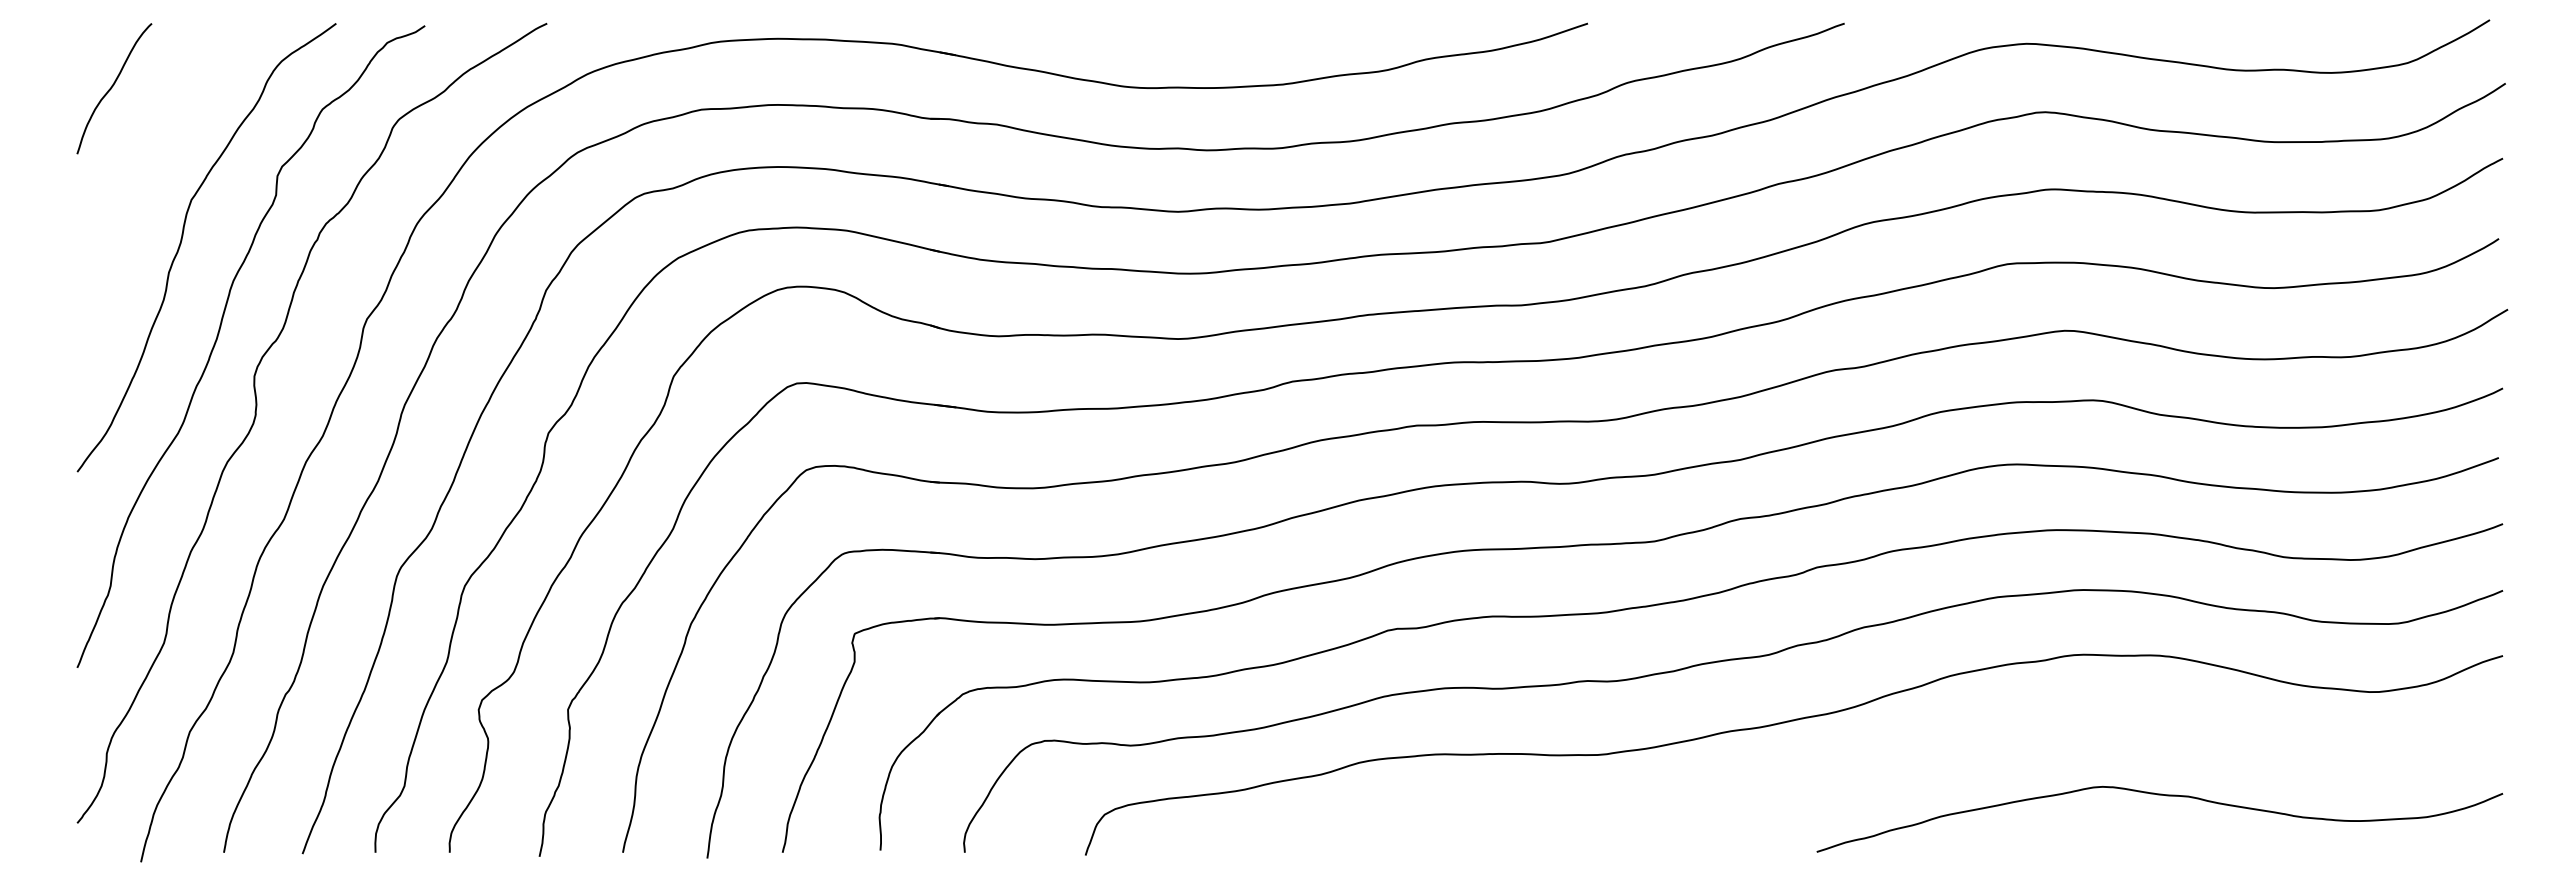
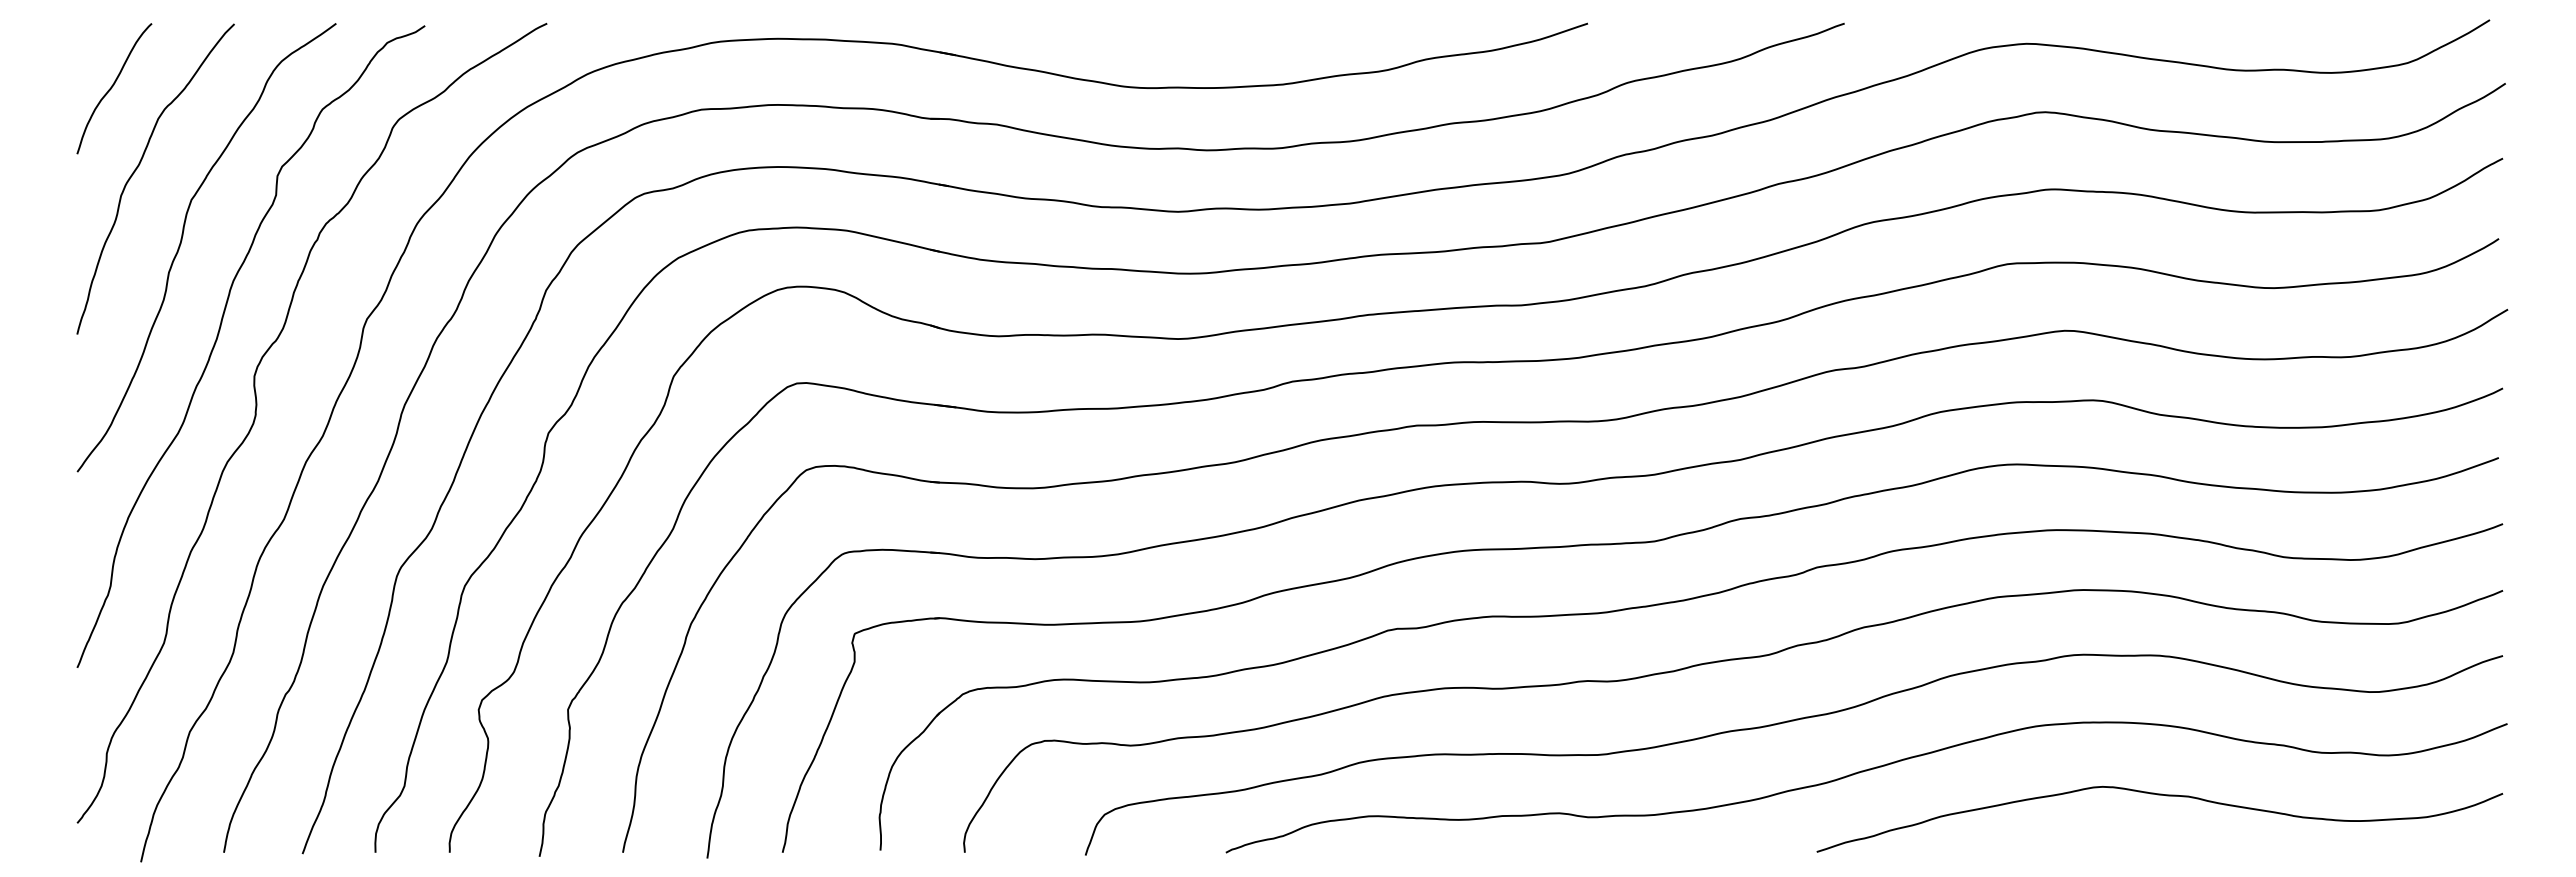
curve at (138, 167): none -> present
curve at (1863, 772): none -> present
